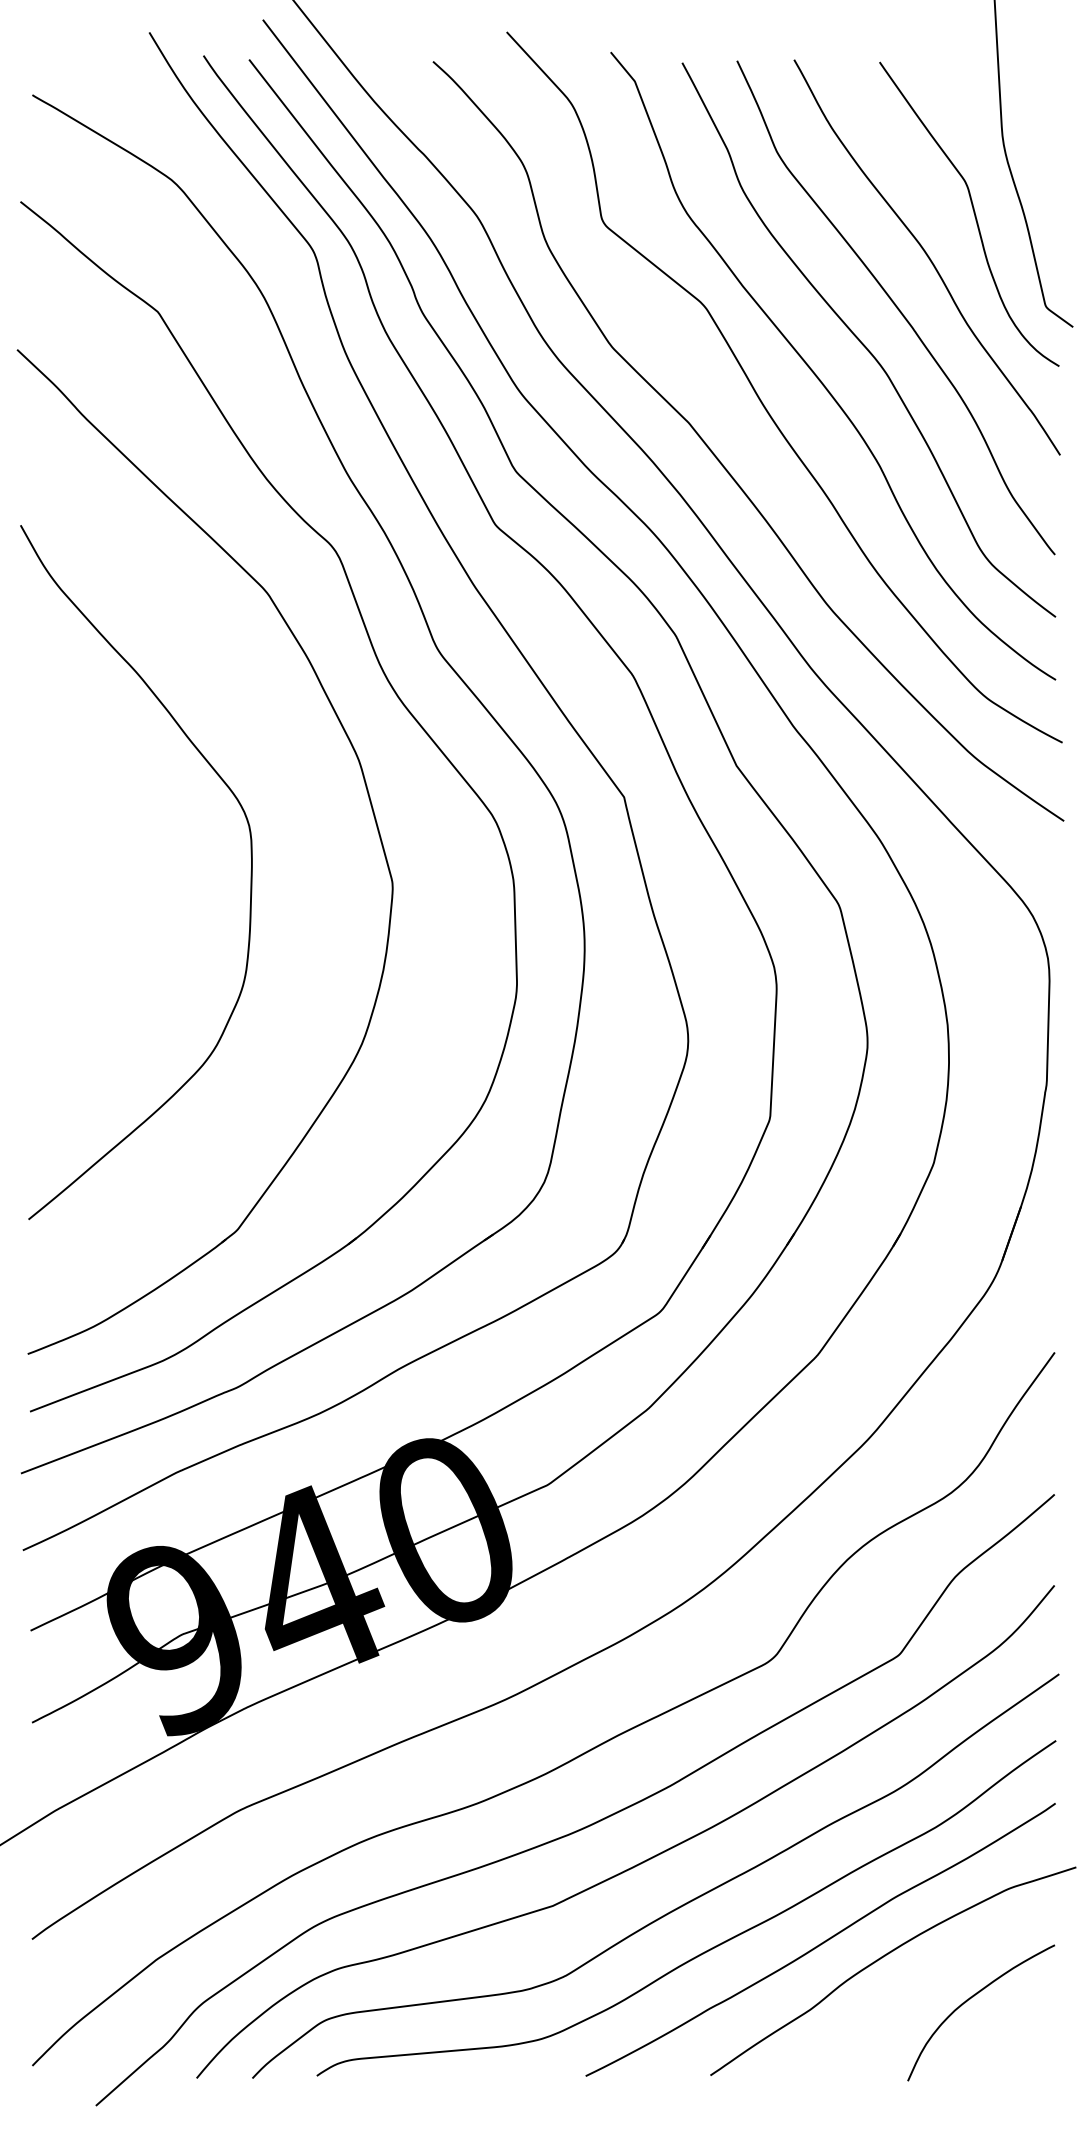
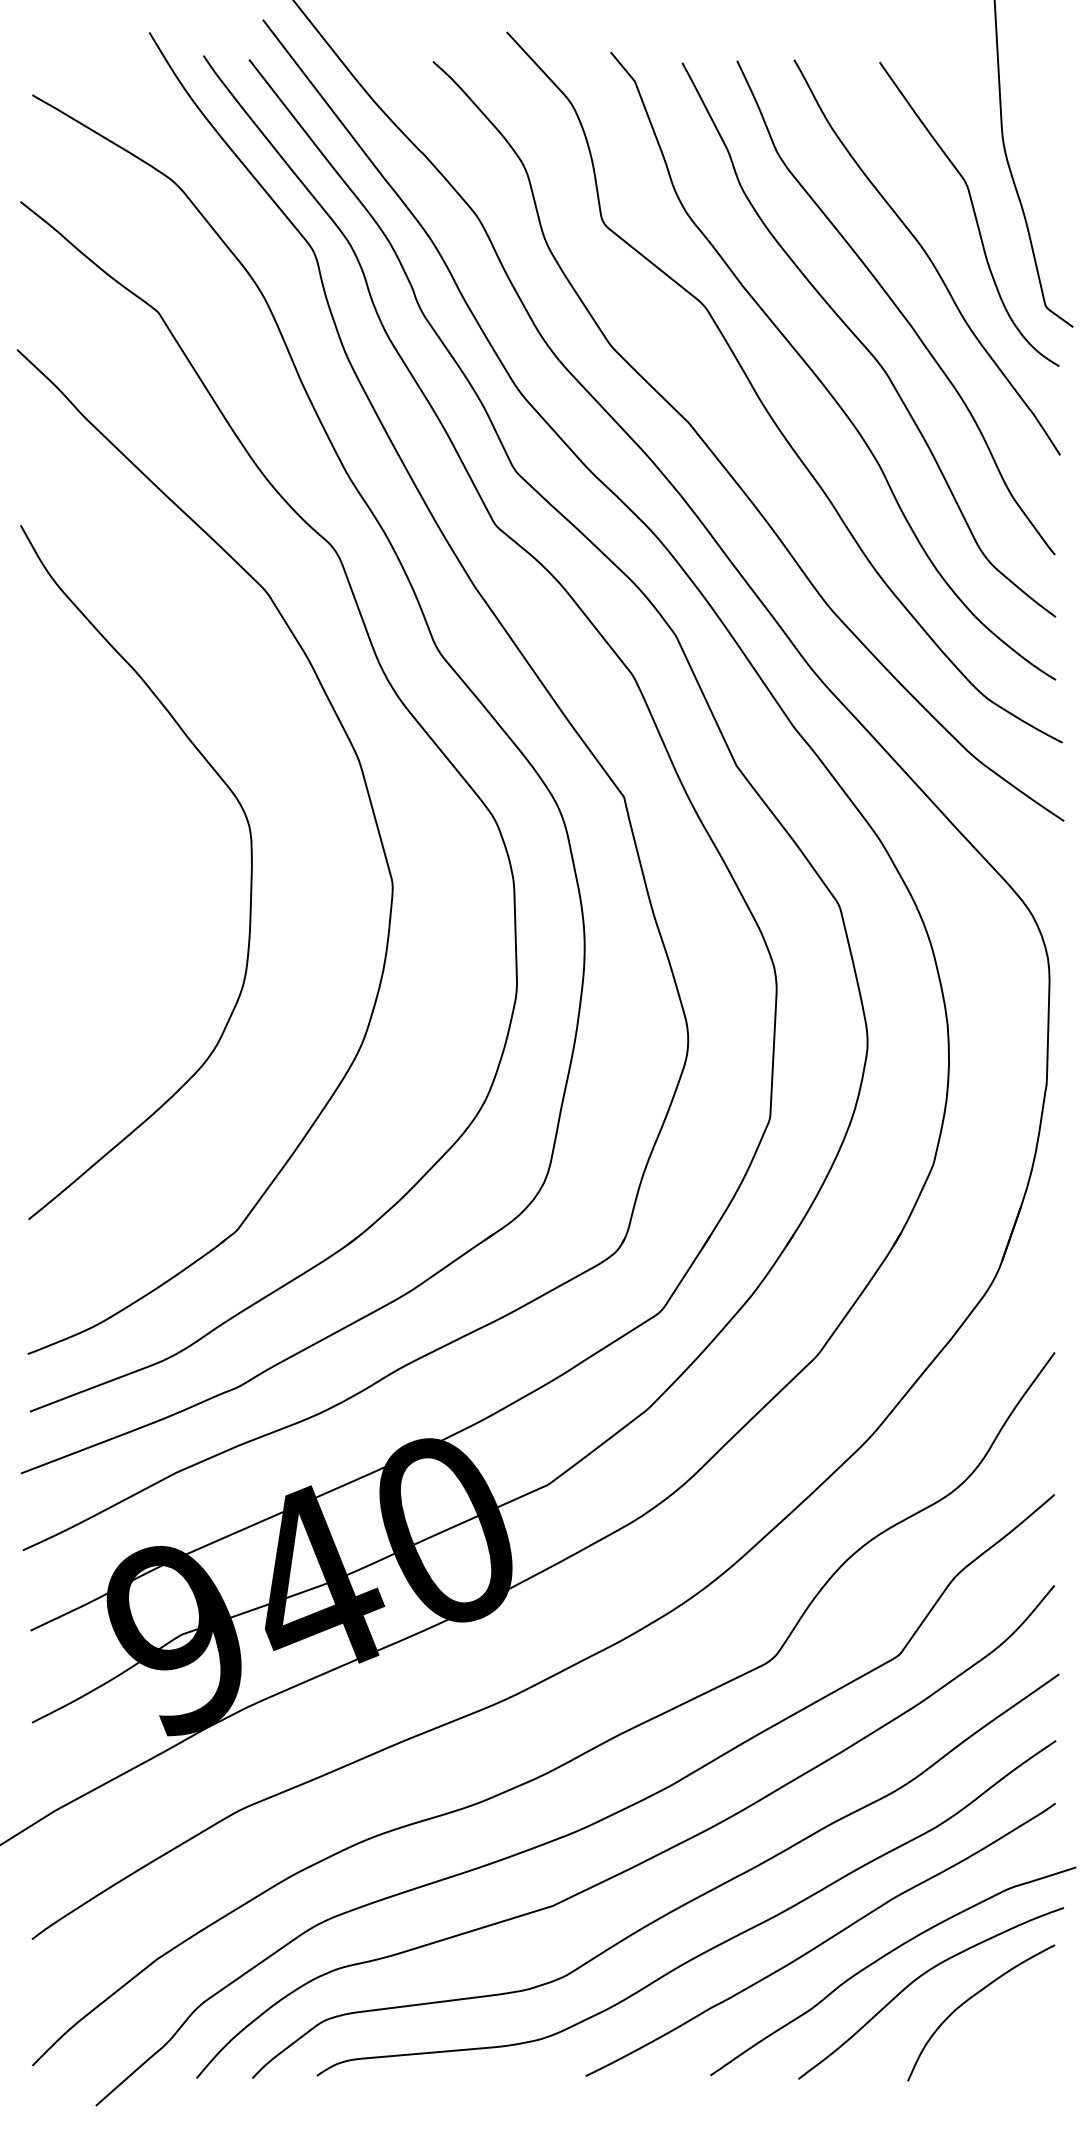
curve at (919, 1978): none -> present
